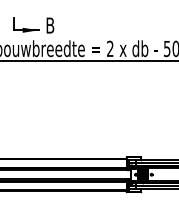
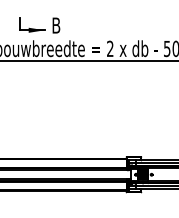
part at (33, 25) position: (33, 25) -> (39, 25)
